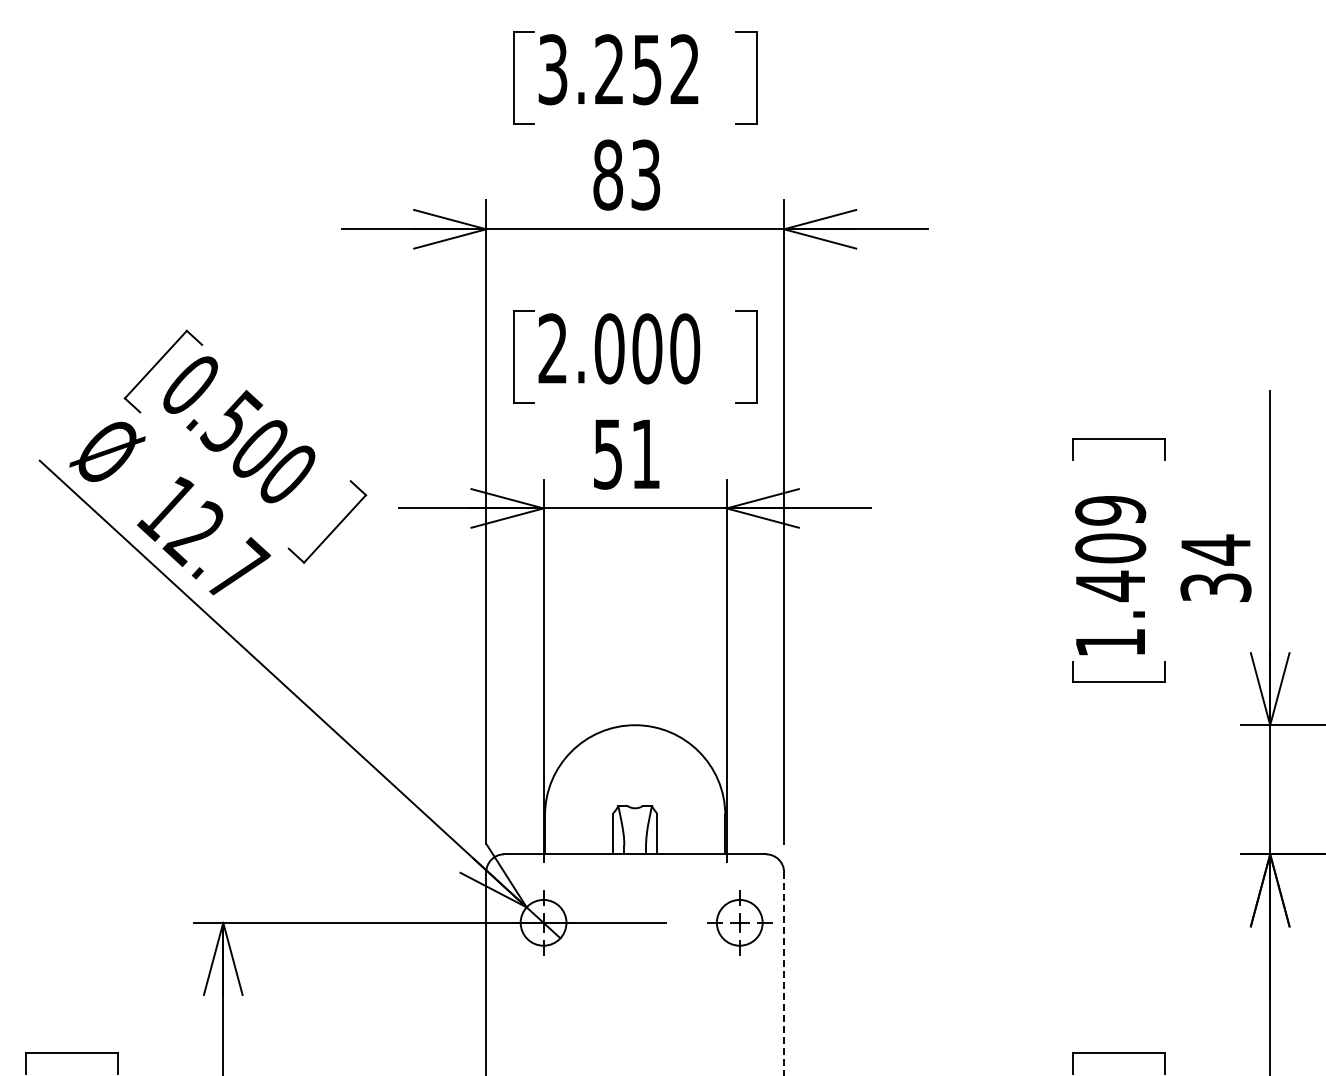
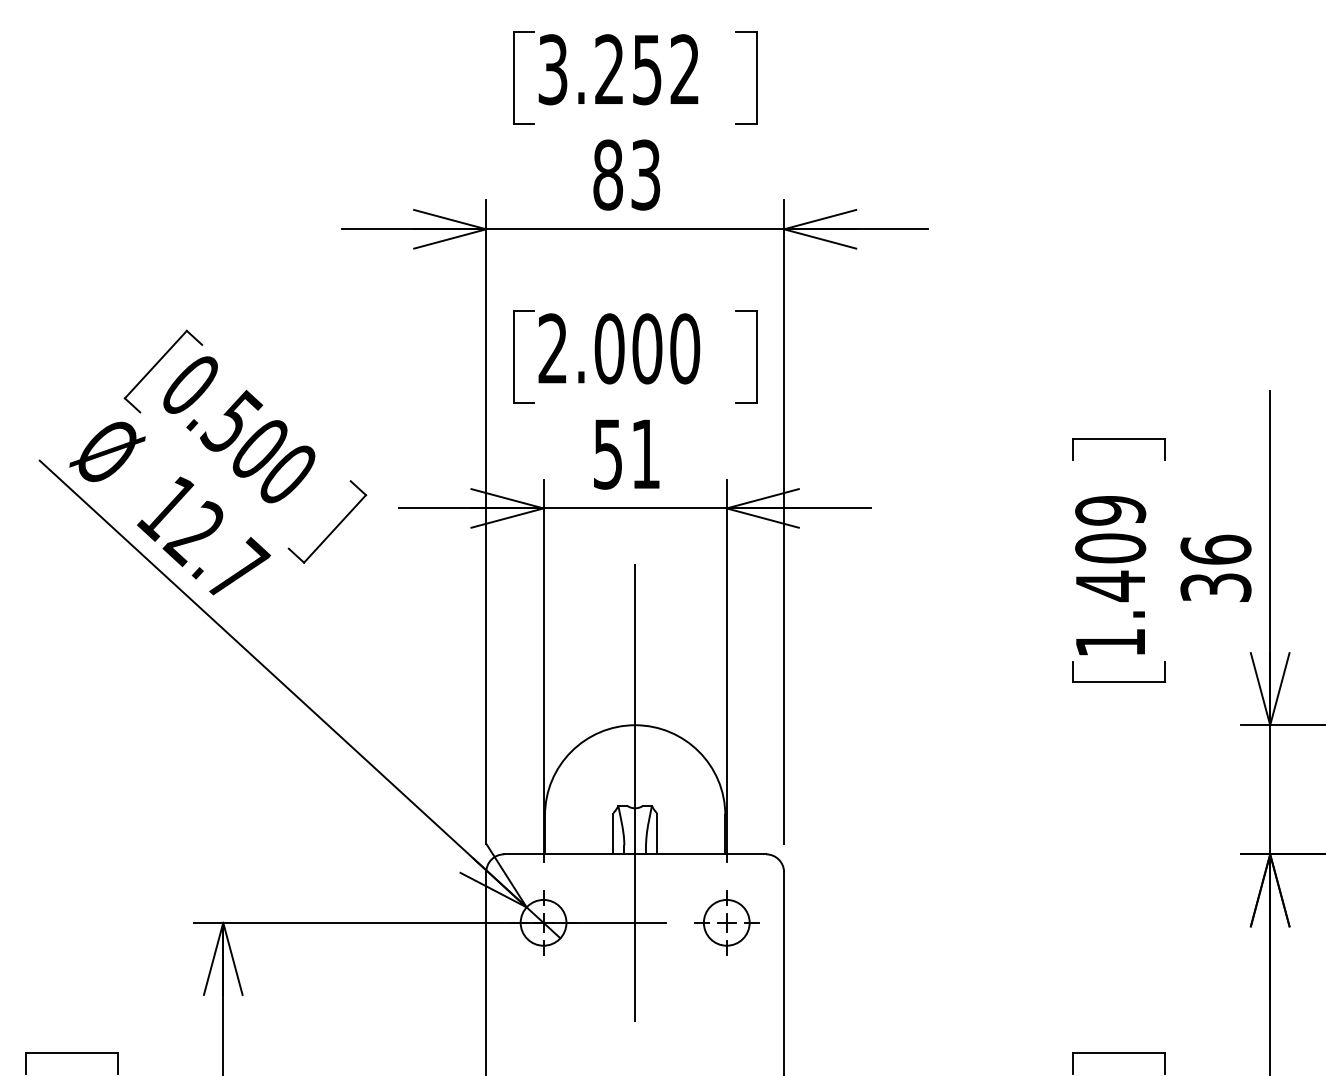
text at (1215, 549): 34 -> 36
line at (635, 817): none -> present
part at (739, 922) position: (739, 922) -> (726, 922)
line at (784, 974): dashed -> solid
